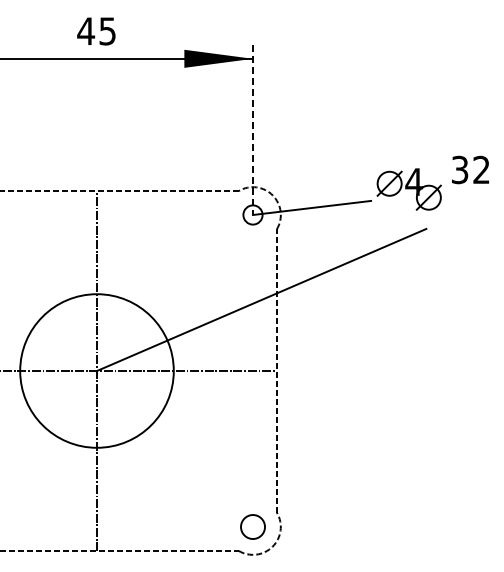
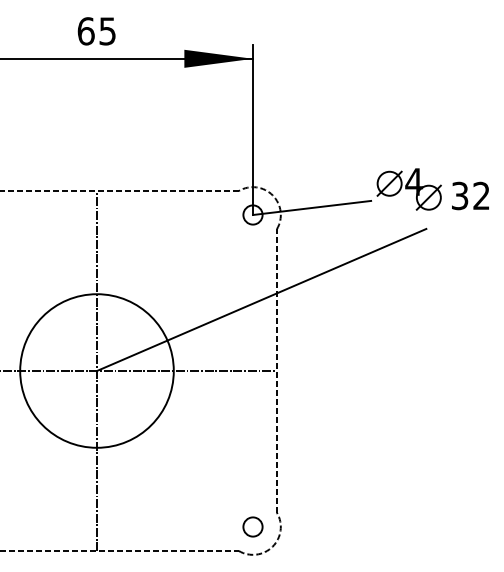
text at (86, 31): 45 -> 65
line at (253, 130): dashed -> solid
text at (470, 169) position: (470, 169) -> (470, 195)
circle at (252, 526) size: 26x26 px -> 22x22 px
